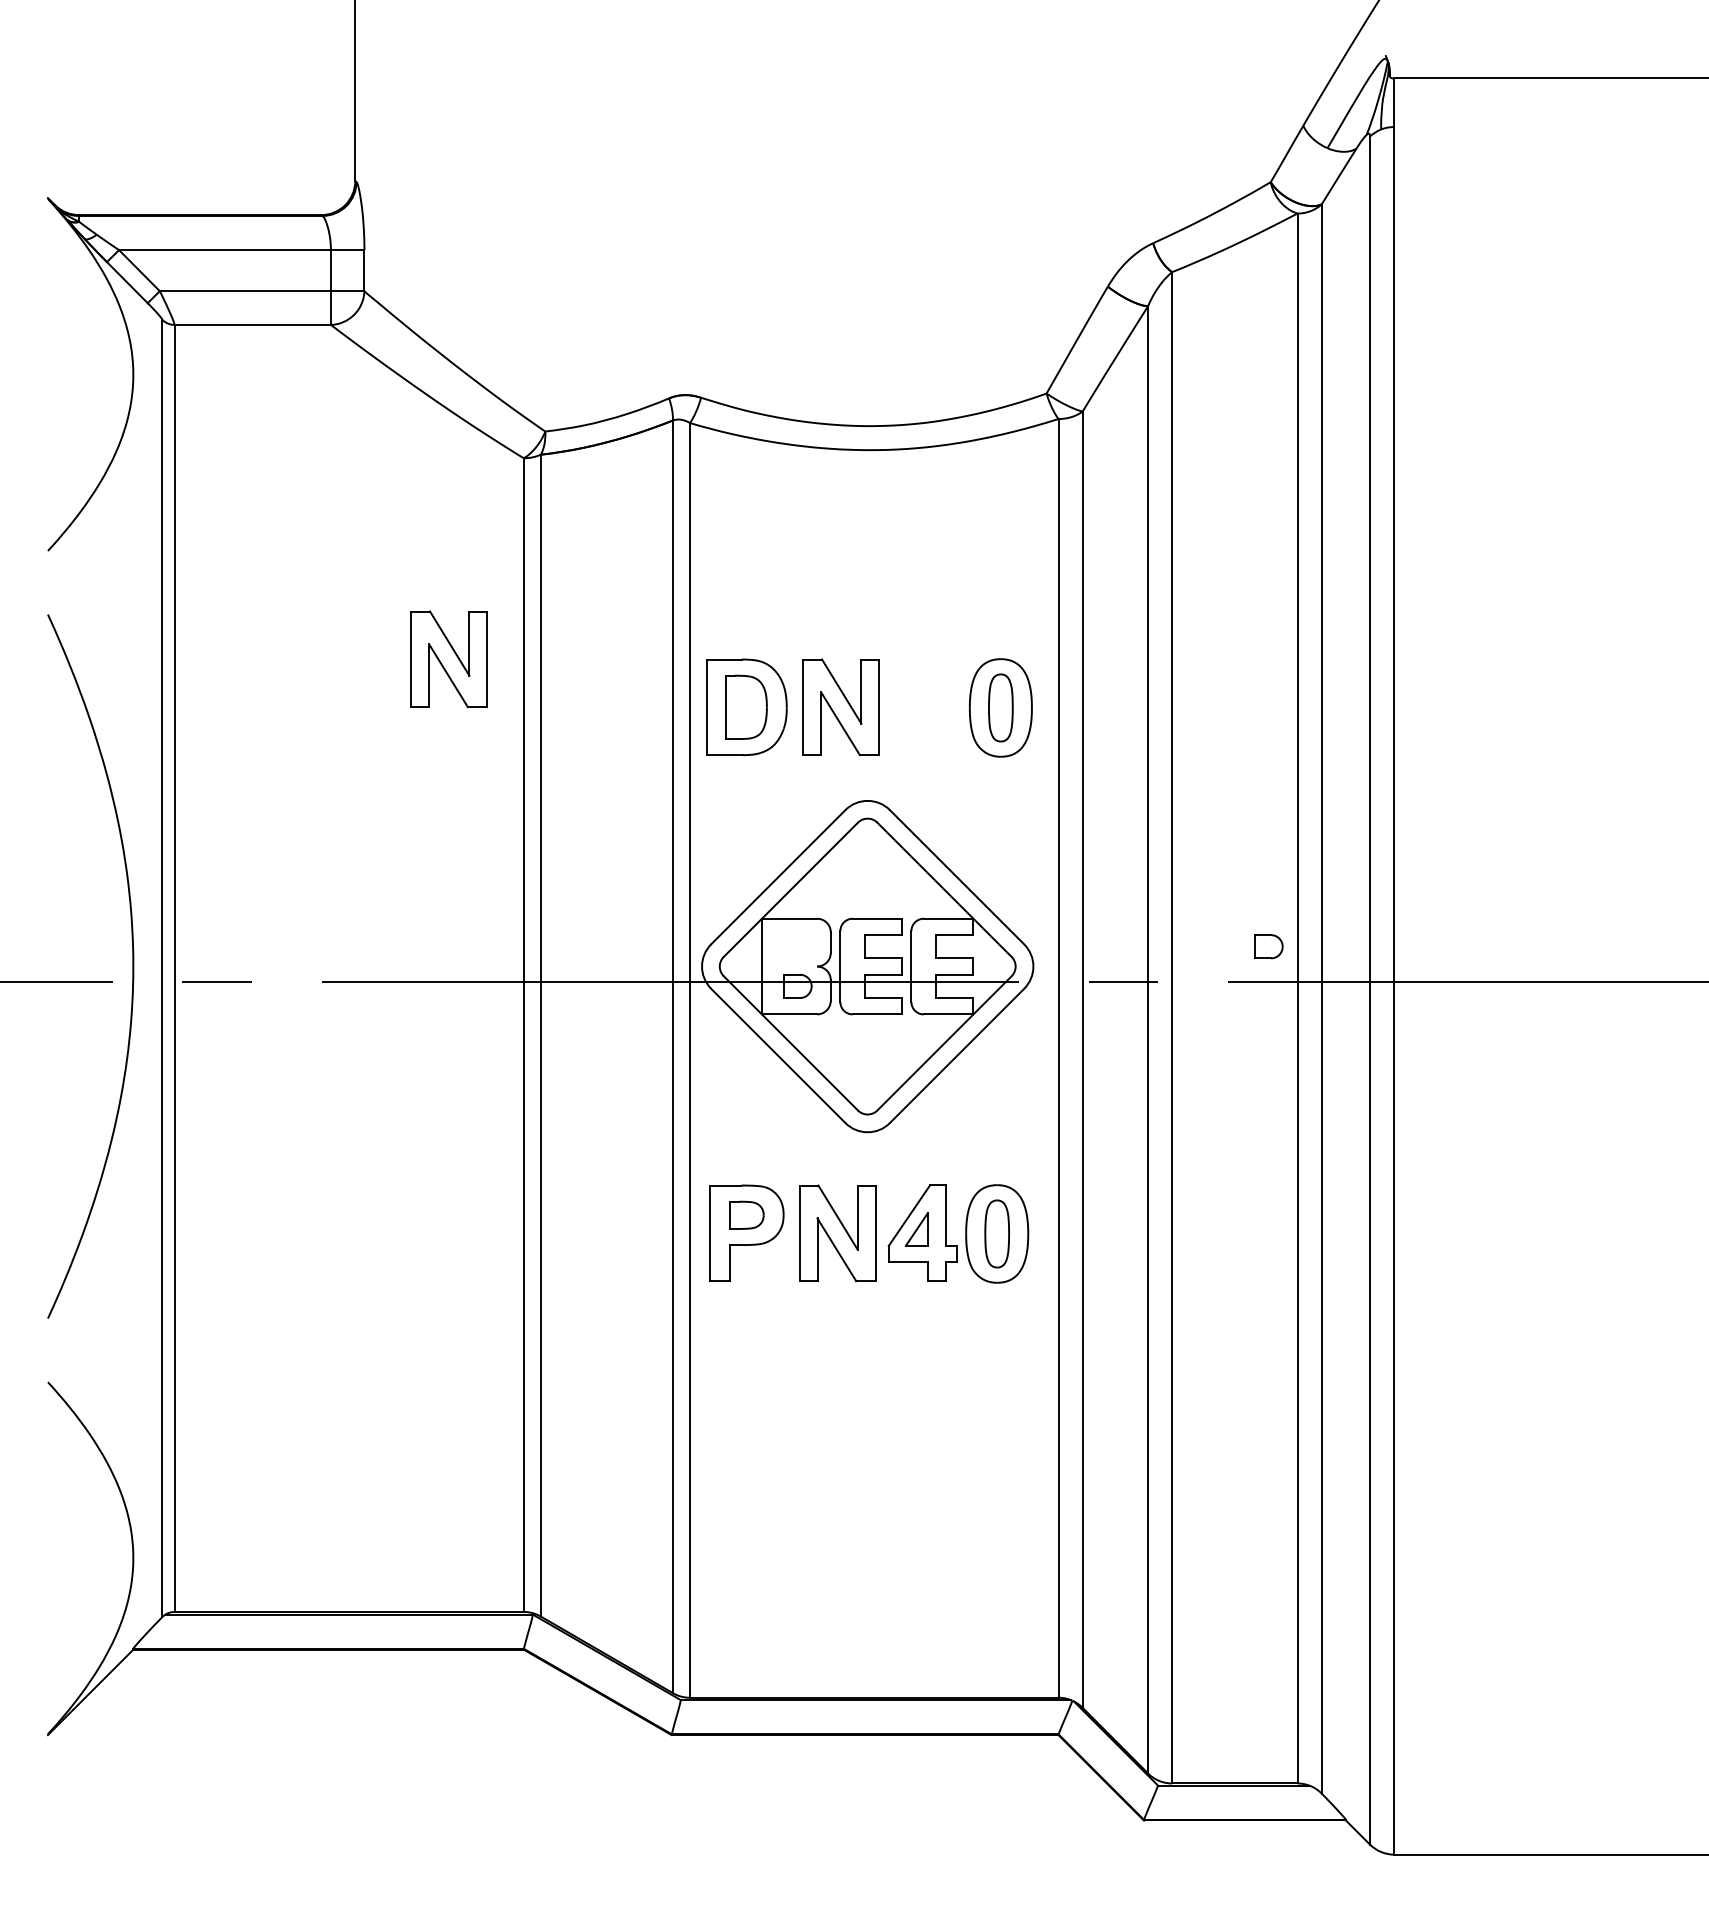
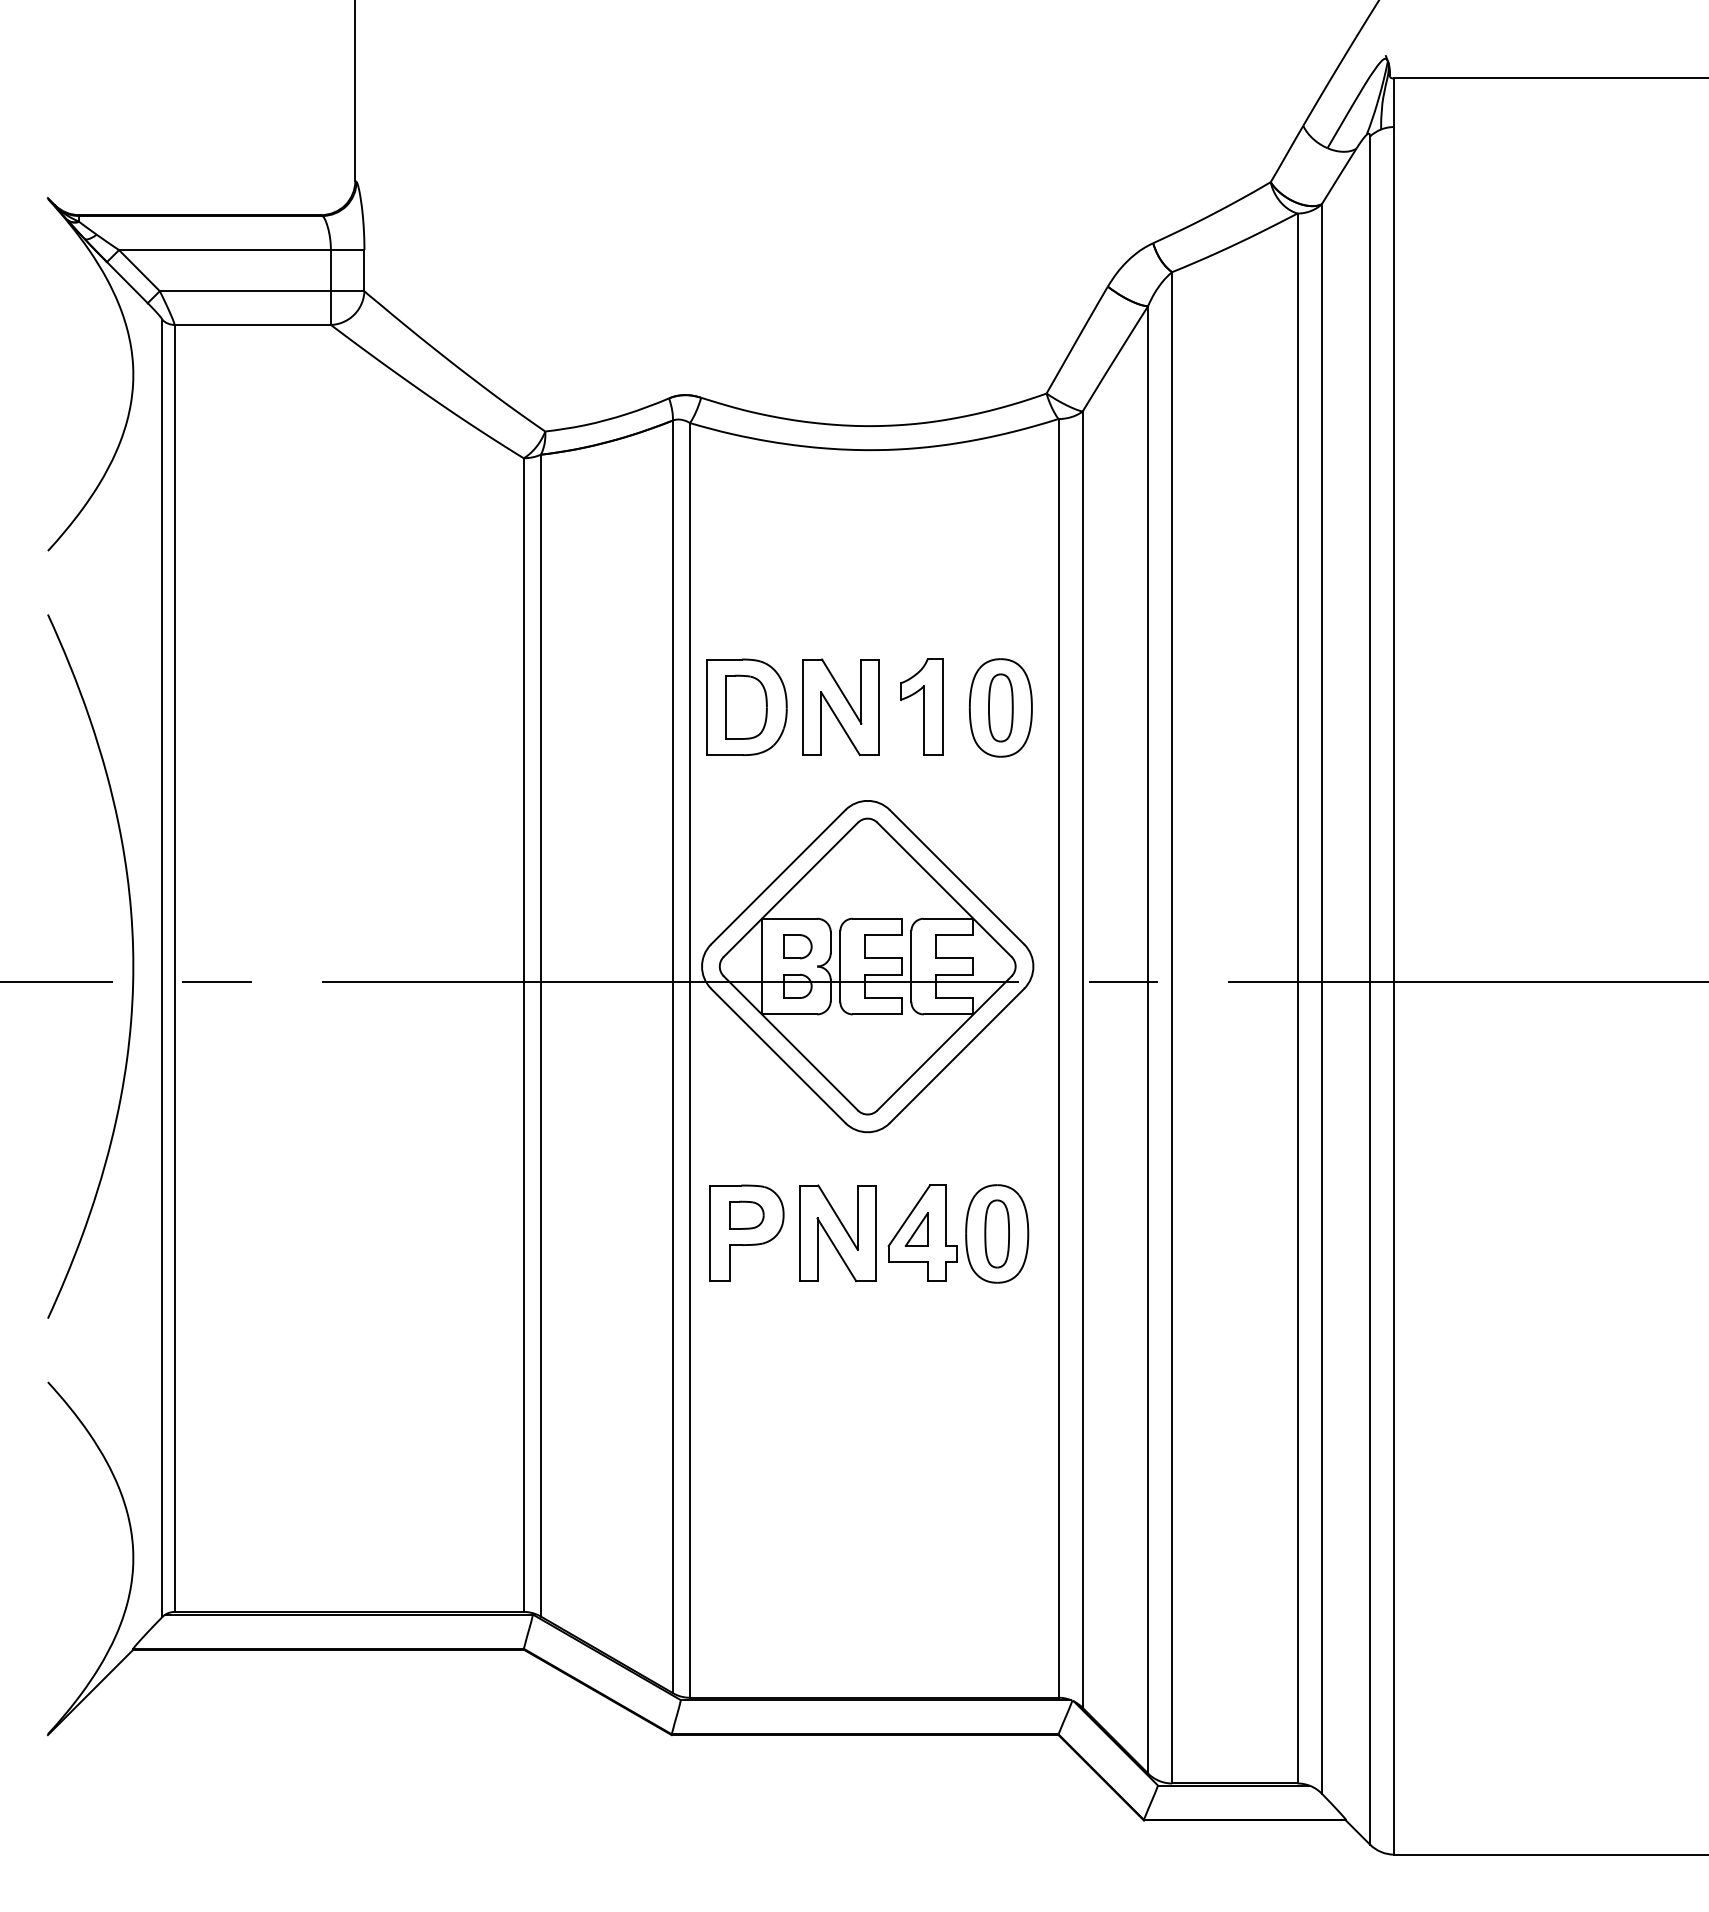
part at (448, 659): present -> none
part at (921, 706): none -> present
part at (1268, 946) position: (1268, 946) -> (797, 946)
